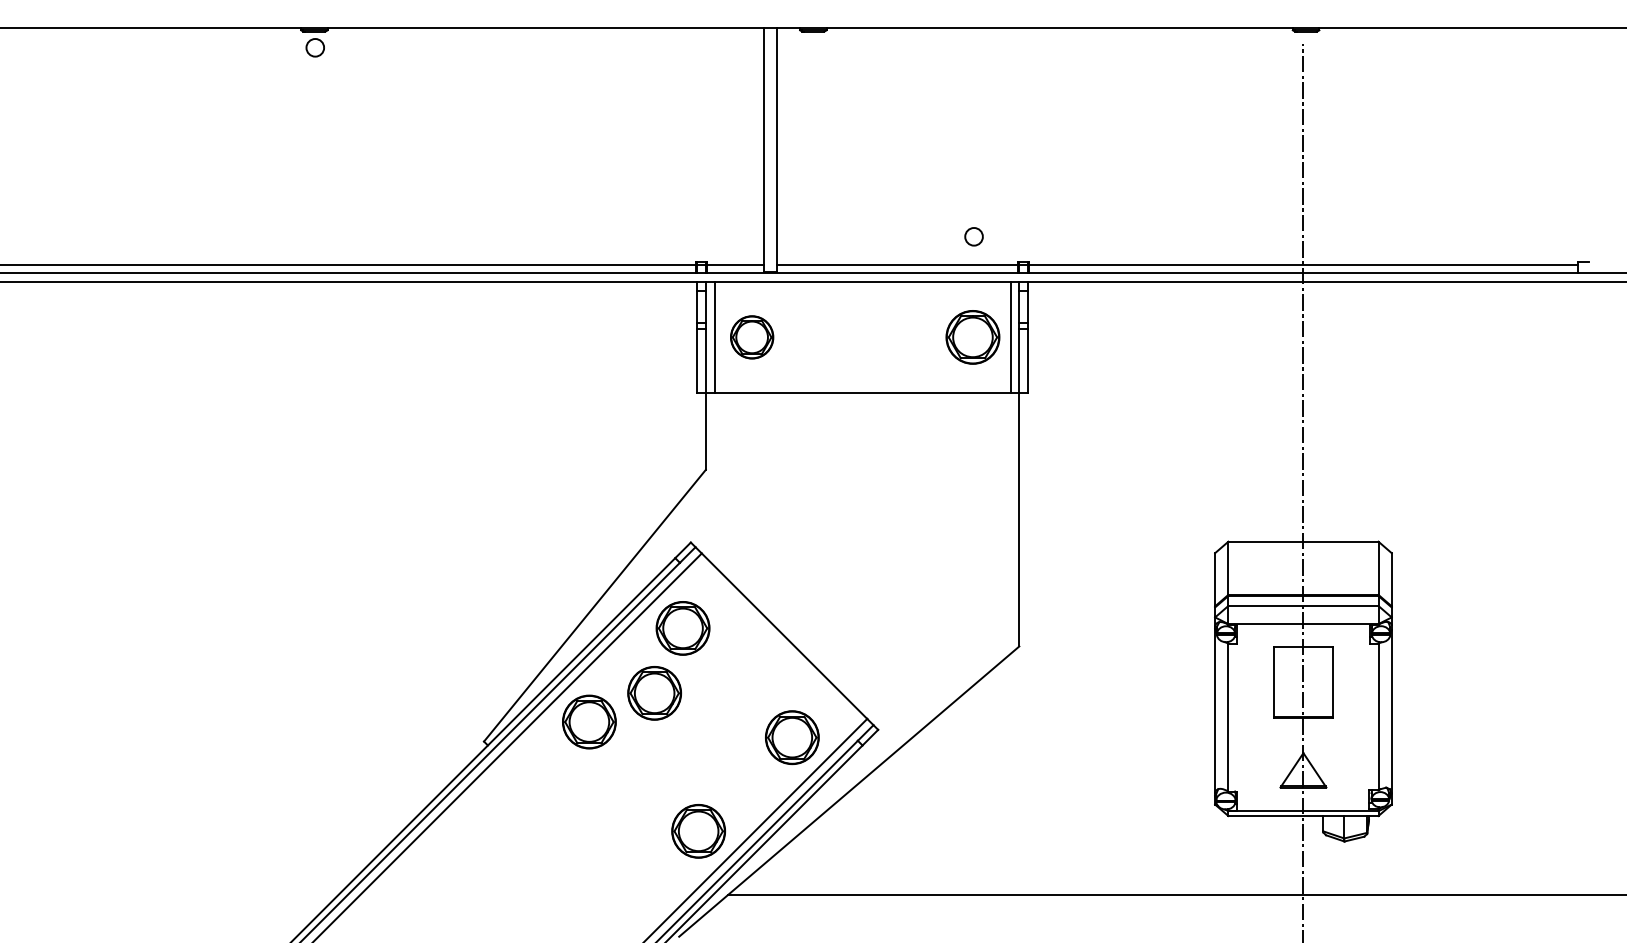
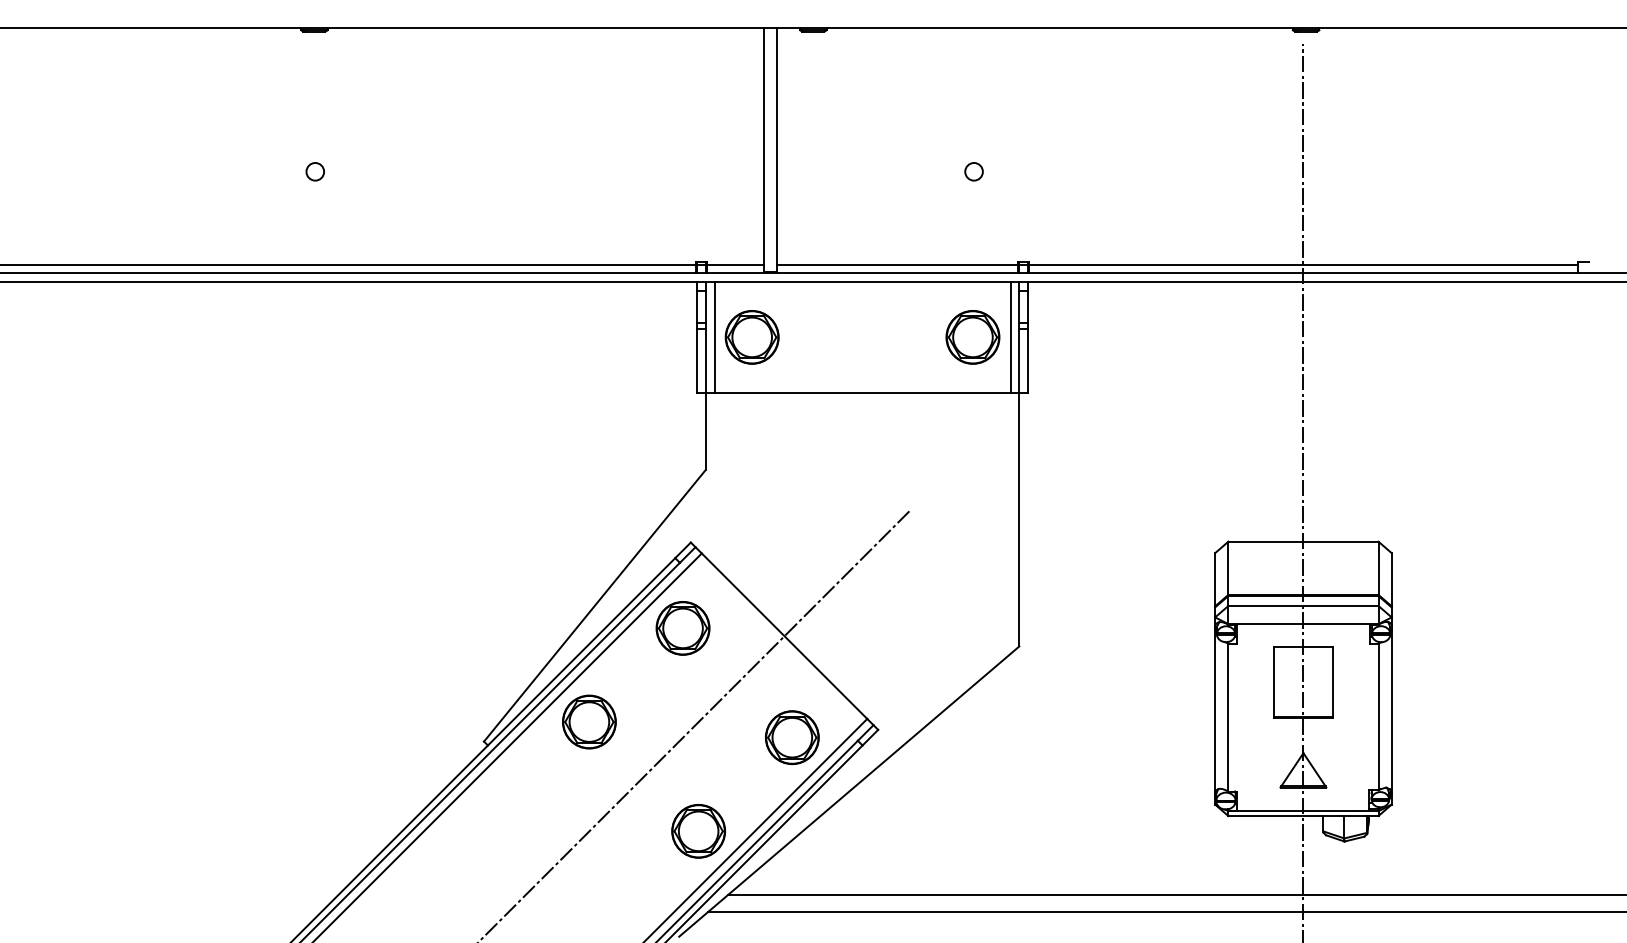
circle at (314, 47) position: (314, 47) -> (314, 171)
circle at (973, 236) position: (973, 236) -> (973, 171)
part at (752, 337) size: 45x45 px -> 56x55 px
part at (654, 693): present -> none
line at (694, 725): none -> present
line at (1165, 911): none -> present
